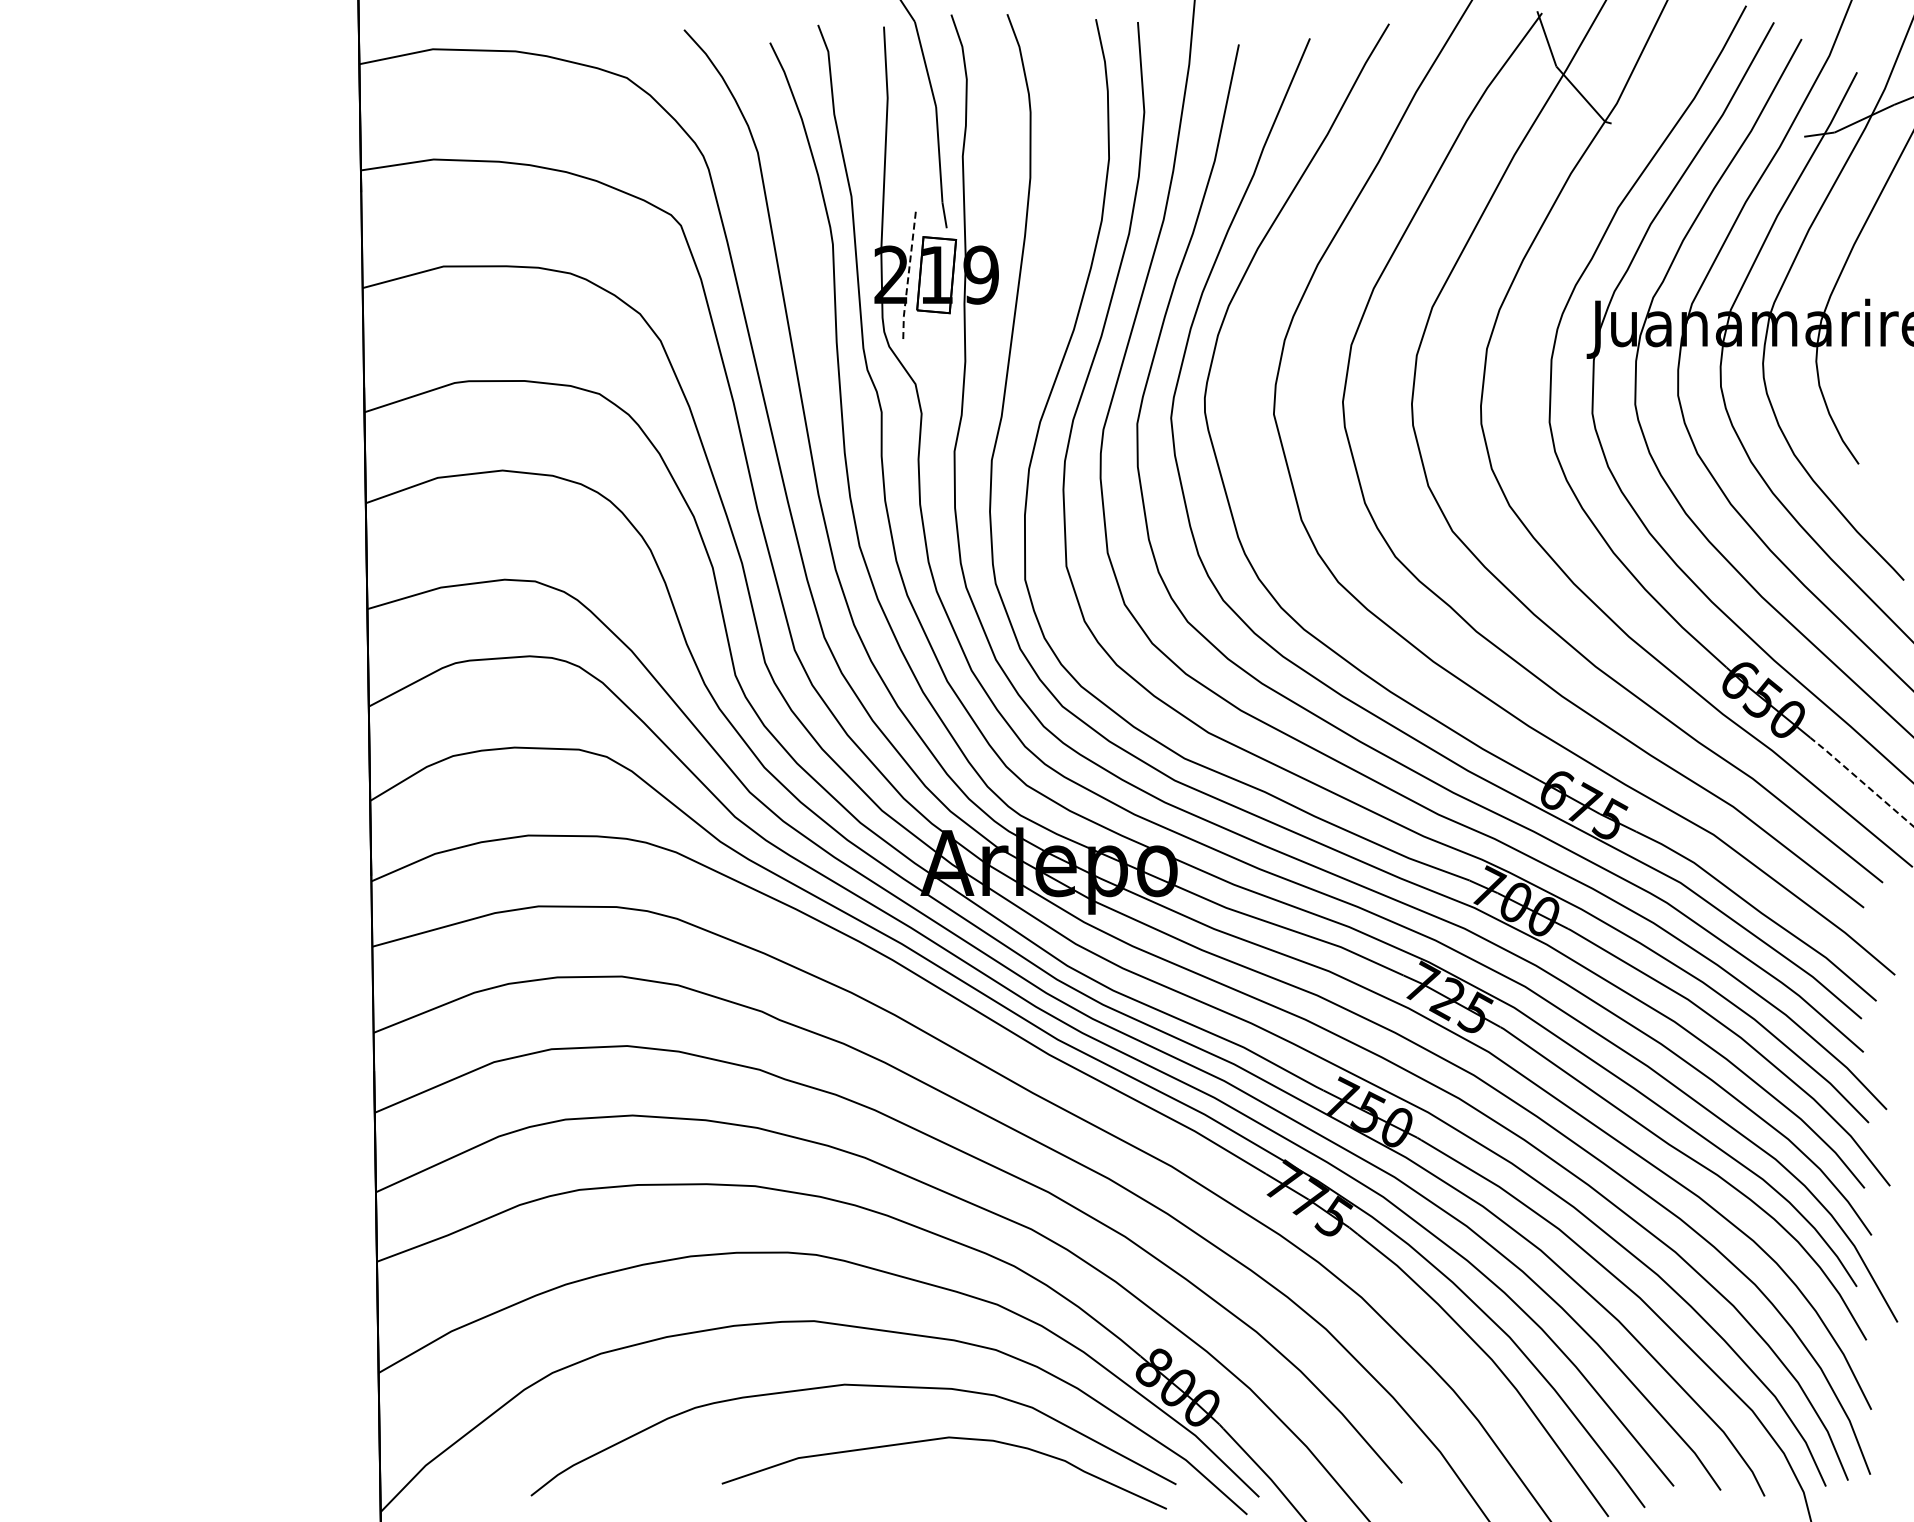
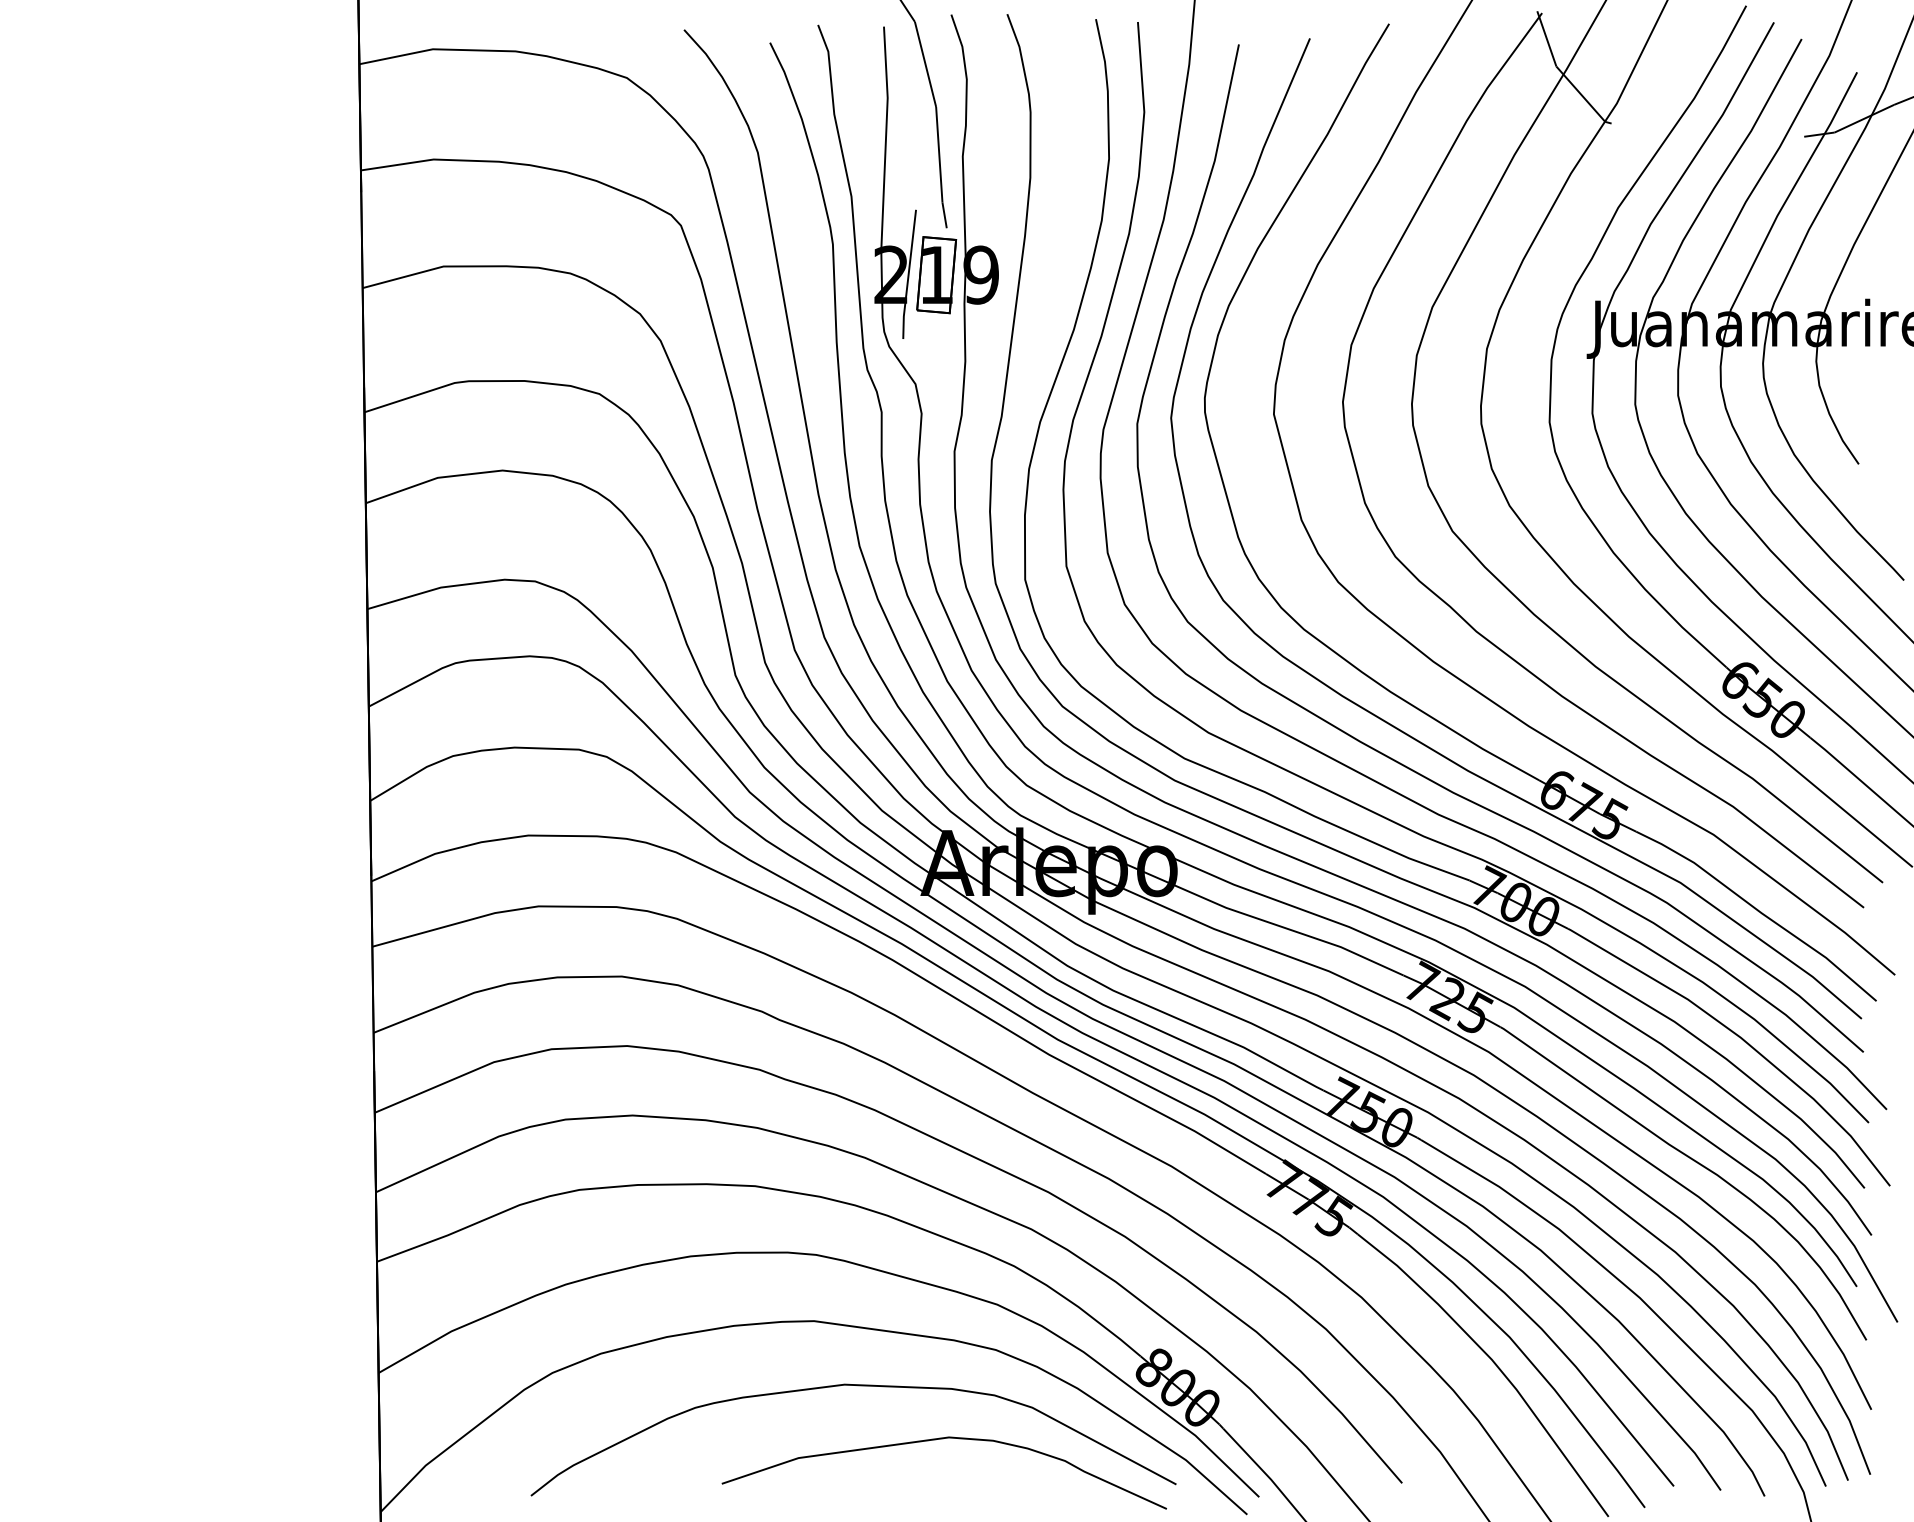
line at (908, 274): dashed -> solid
line at (1861, 781): dashed -> solid
